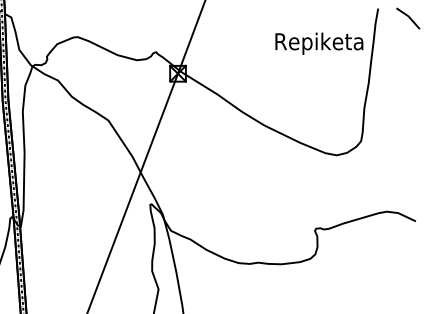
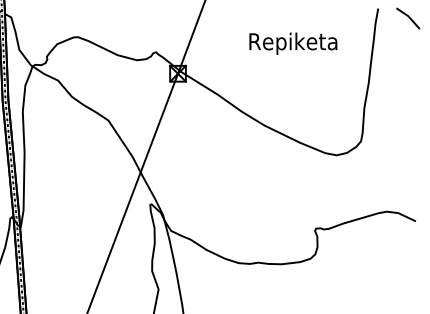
text at (319, 43) position: (319, 43) -> (293, 43)
